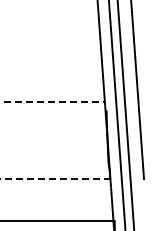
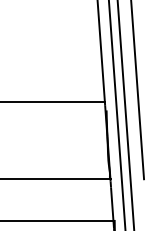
line at (52, 102): dashed -> solid
line at (55, 179): dashed -> solid
